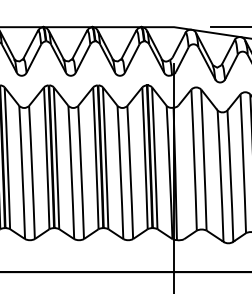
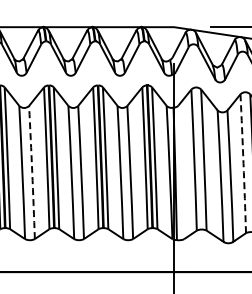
arc at (243, 163): solid -> dashed
arc at (32, 172): solid -> dashed
